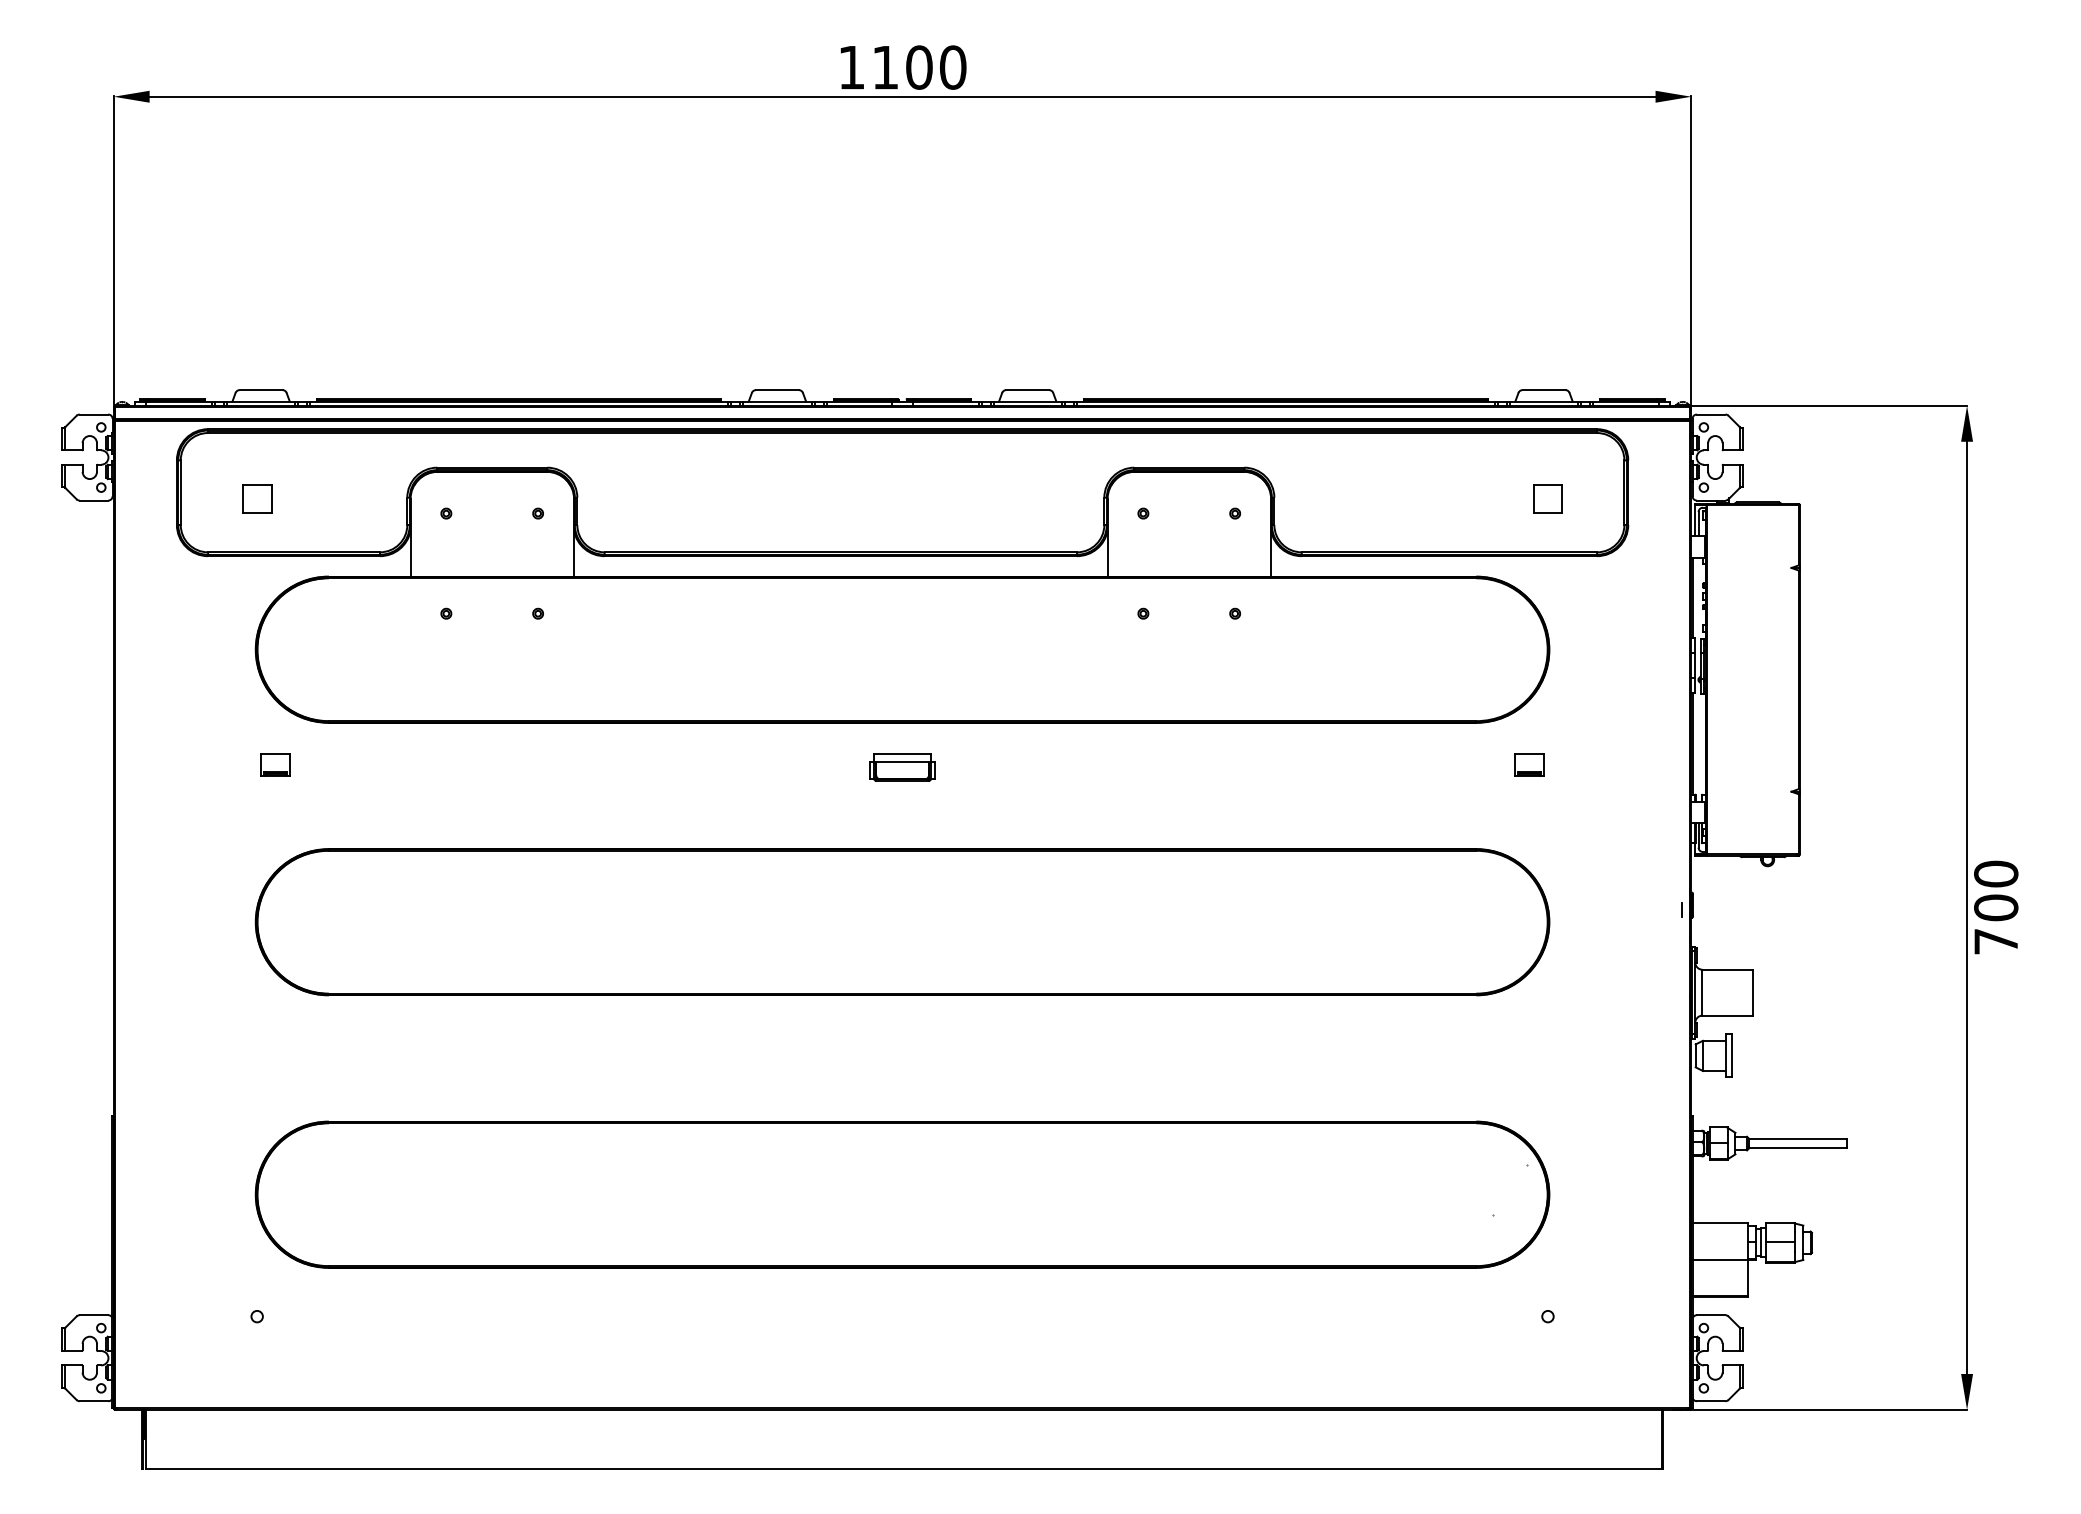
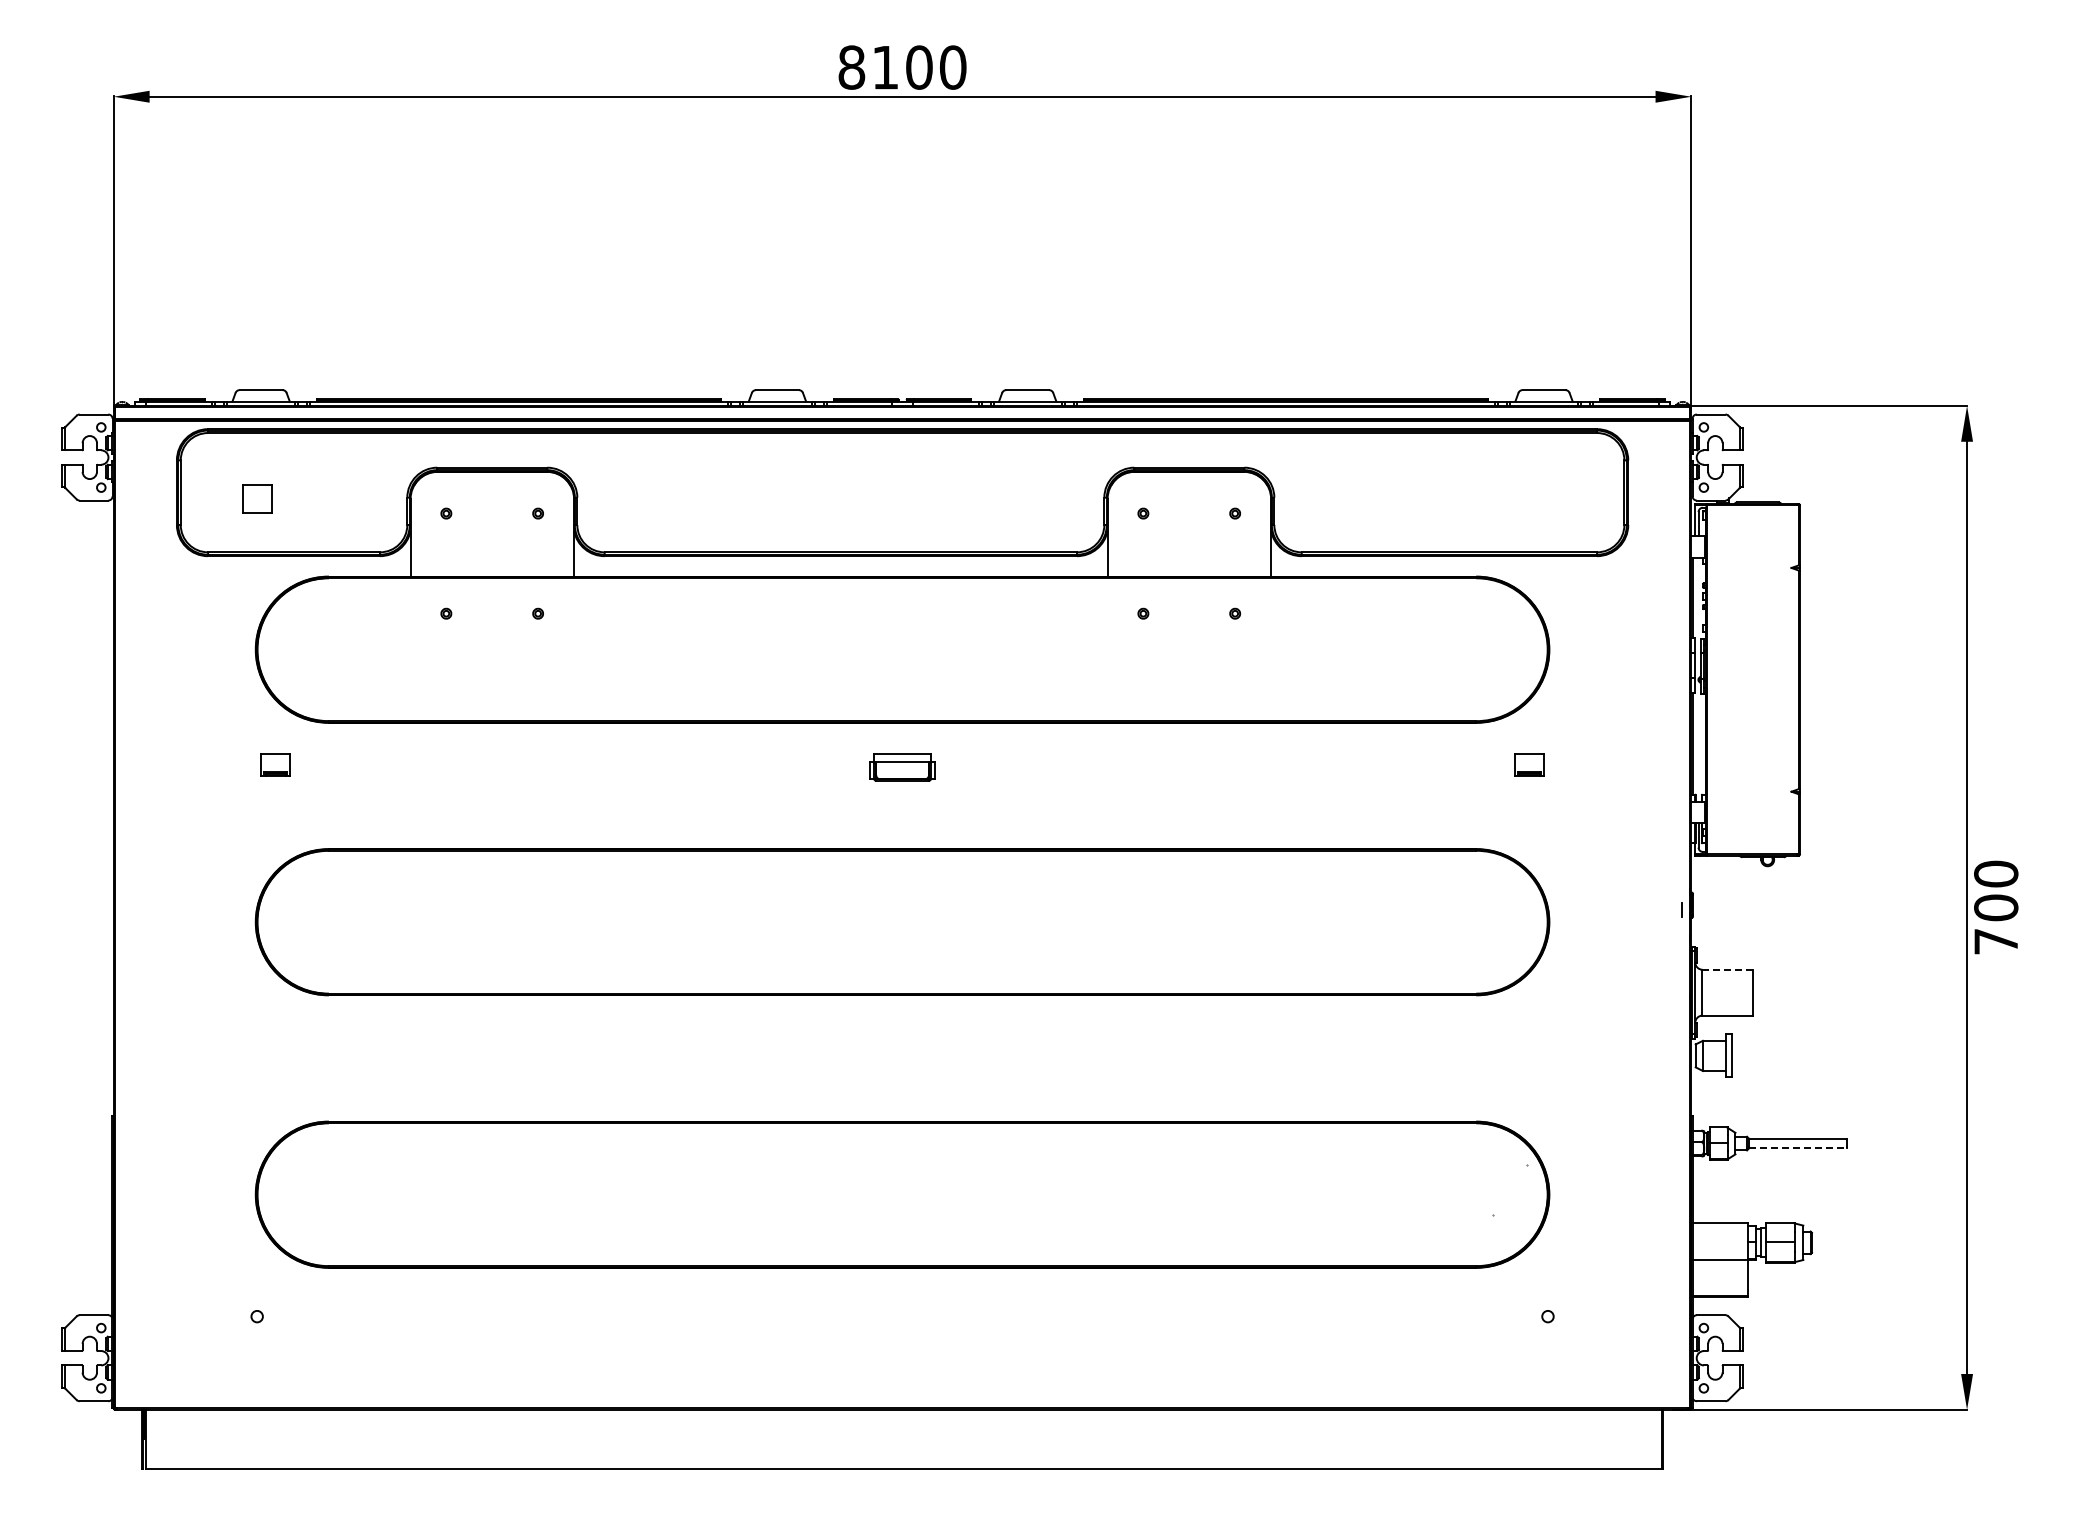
text at (851, 67): 1100 -> 8100
part at (1547, 498): present -> none
line at (1727, 969): solid -> dashed
line at (1798, 1148): solid -> dashed
